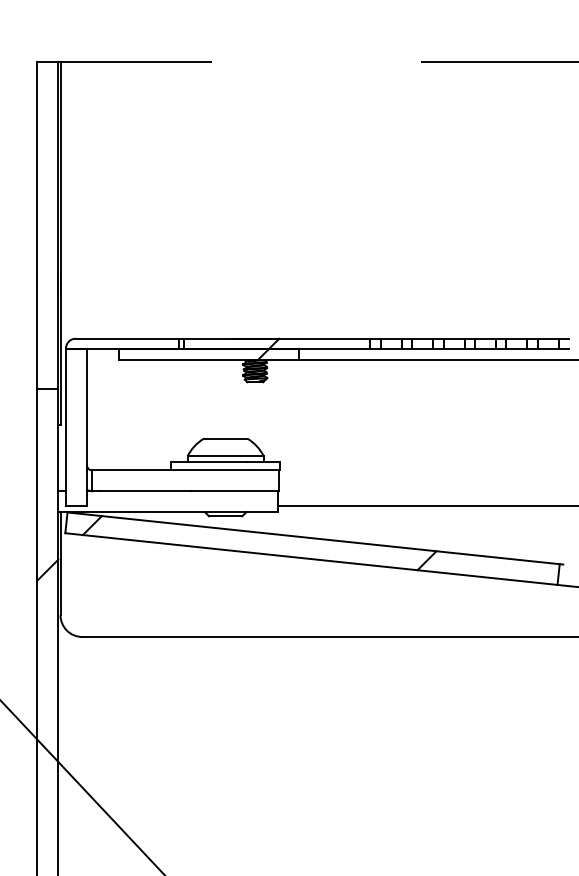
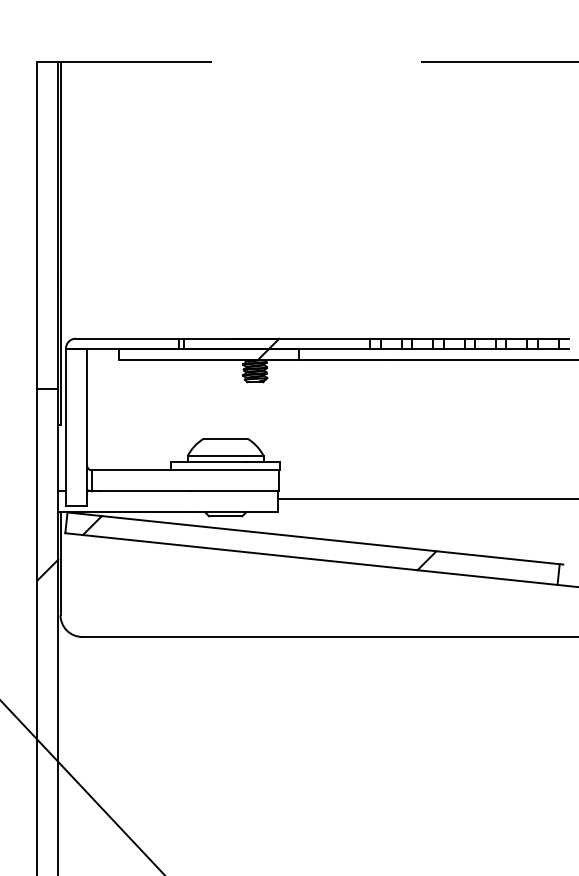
line at (426, 506) position: (426, 506) -> (426, 499)
